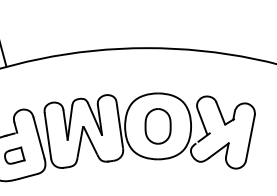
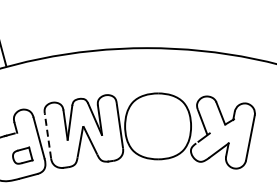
part at (157, 126): present -> none
line at (47, 135): solid -> dashed
part at (14, 155) position: (14, 155) -> (22, 155)
